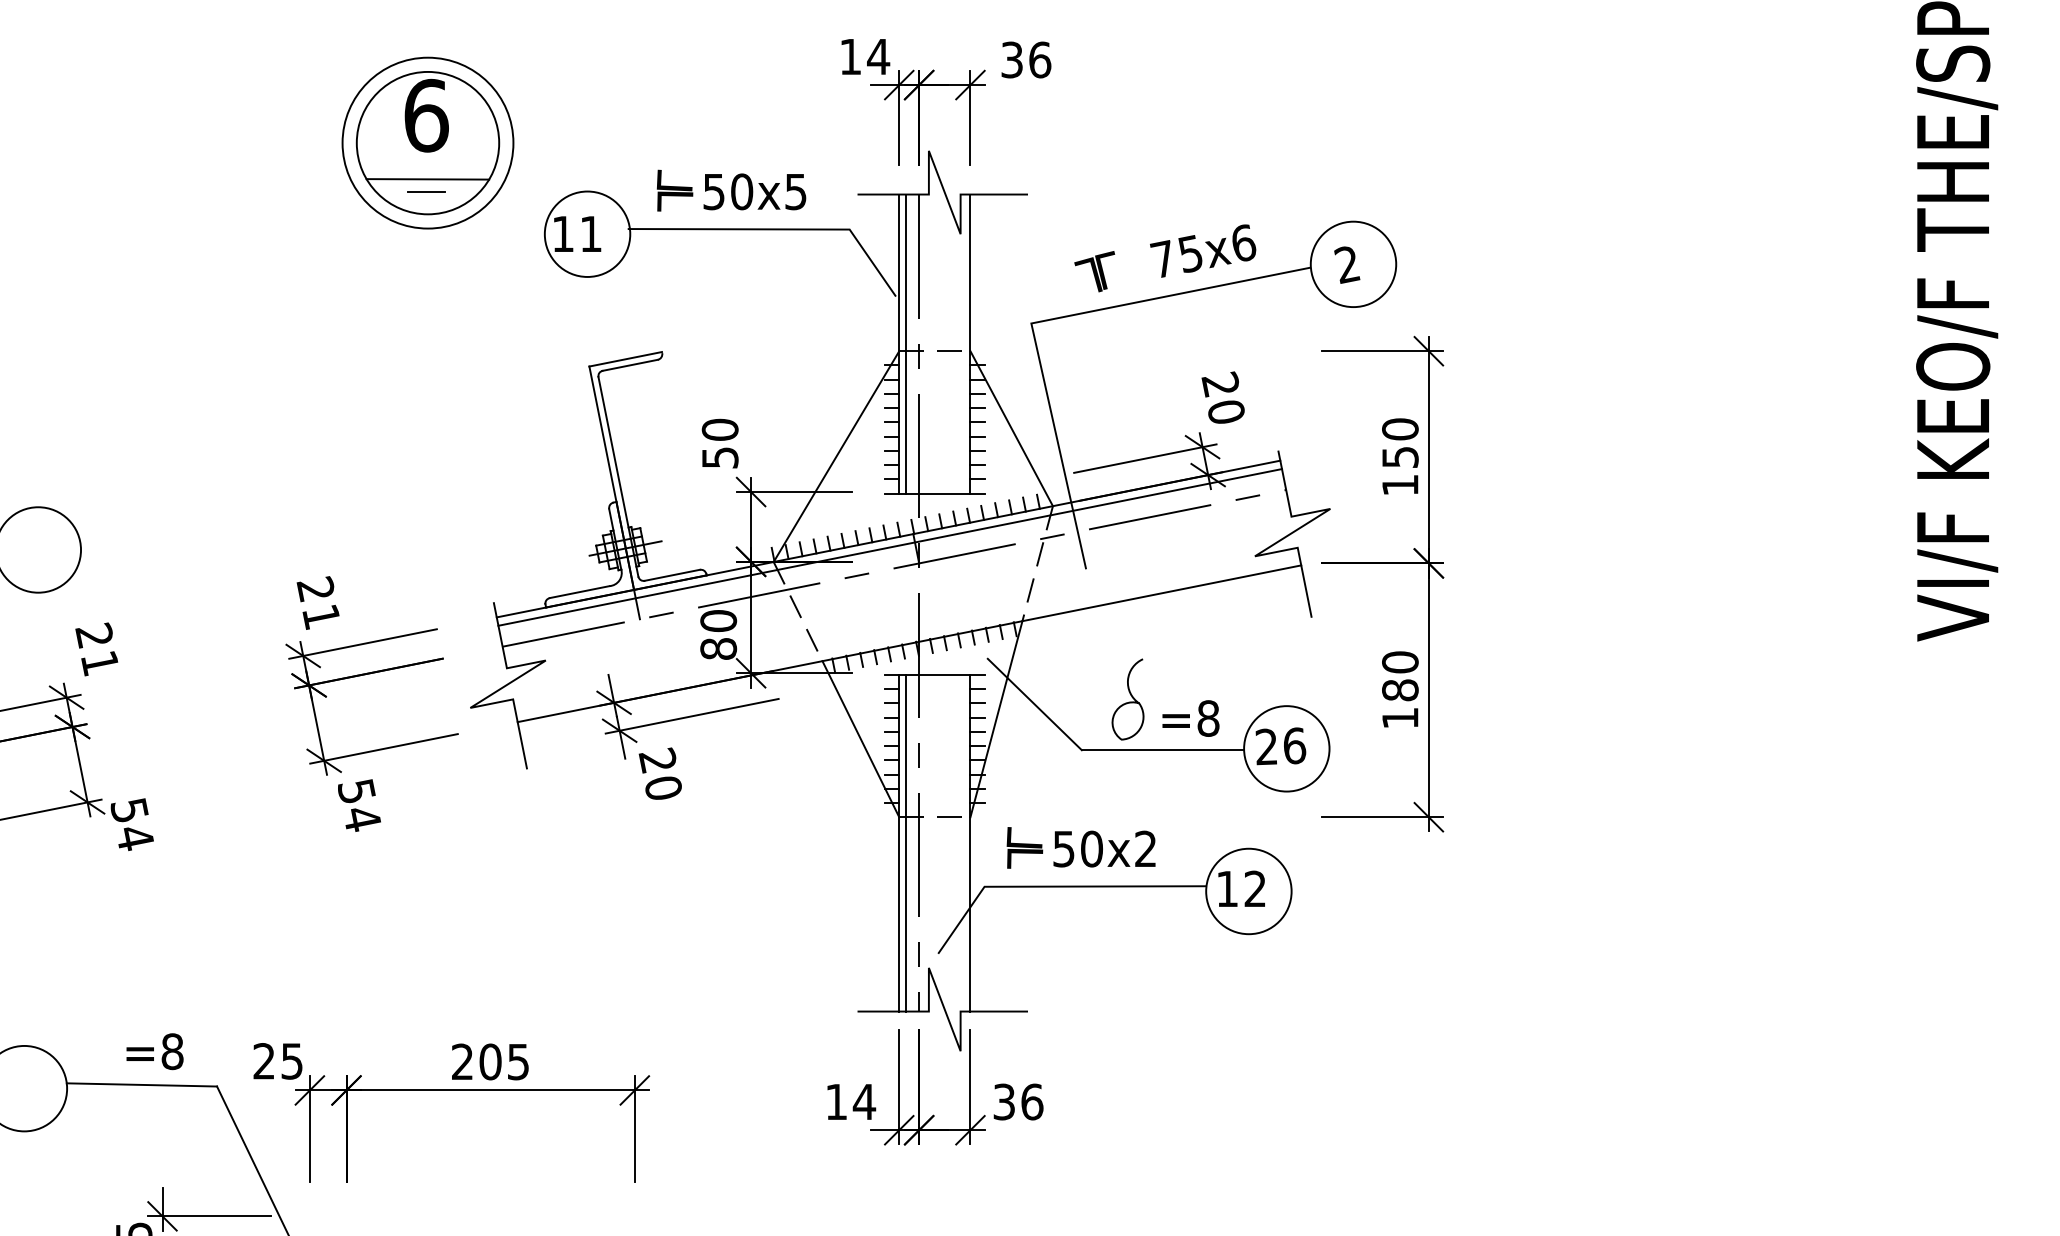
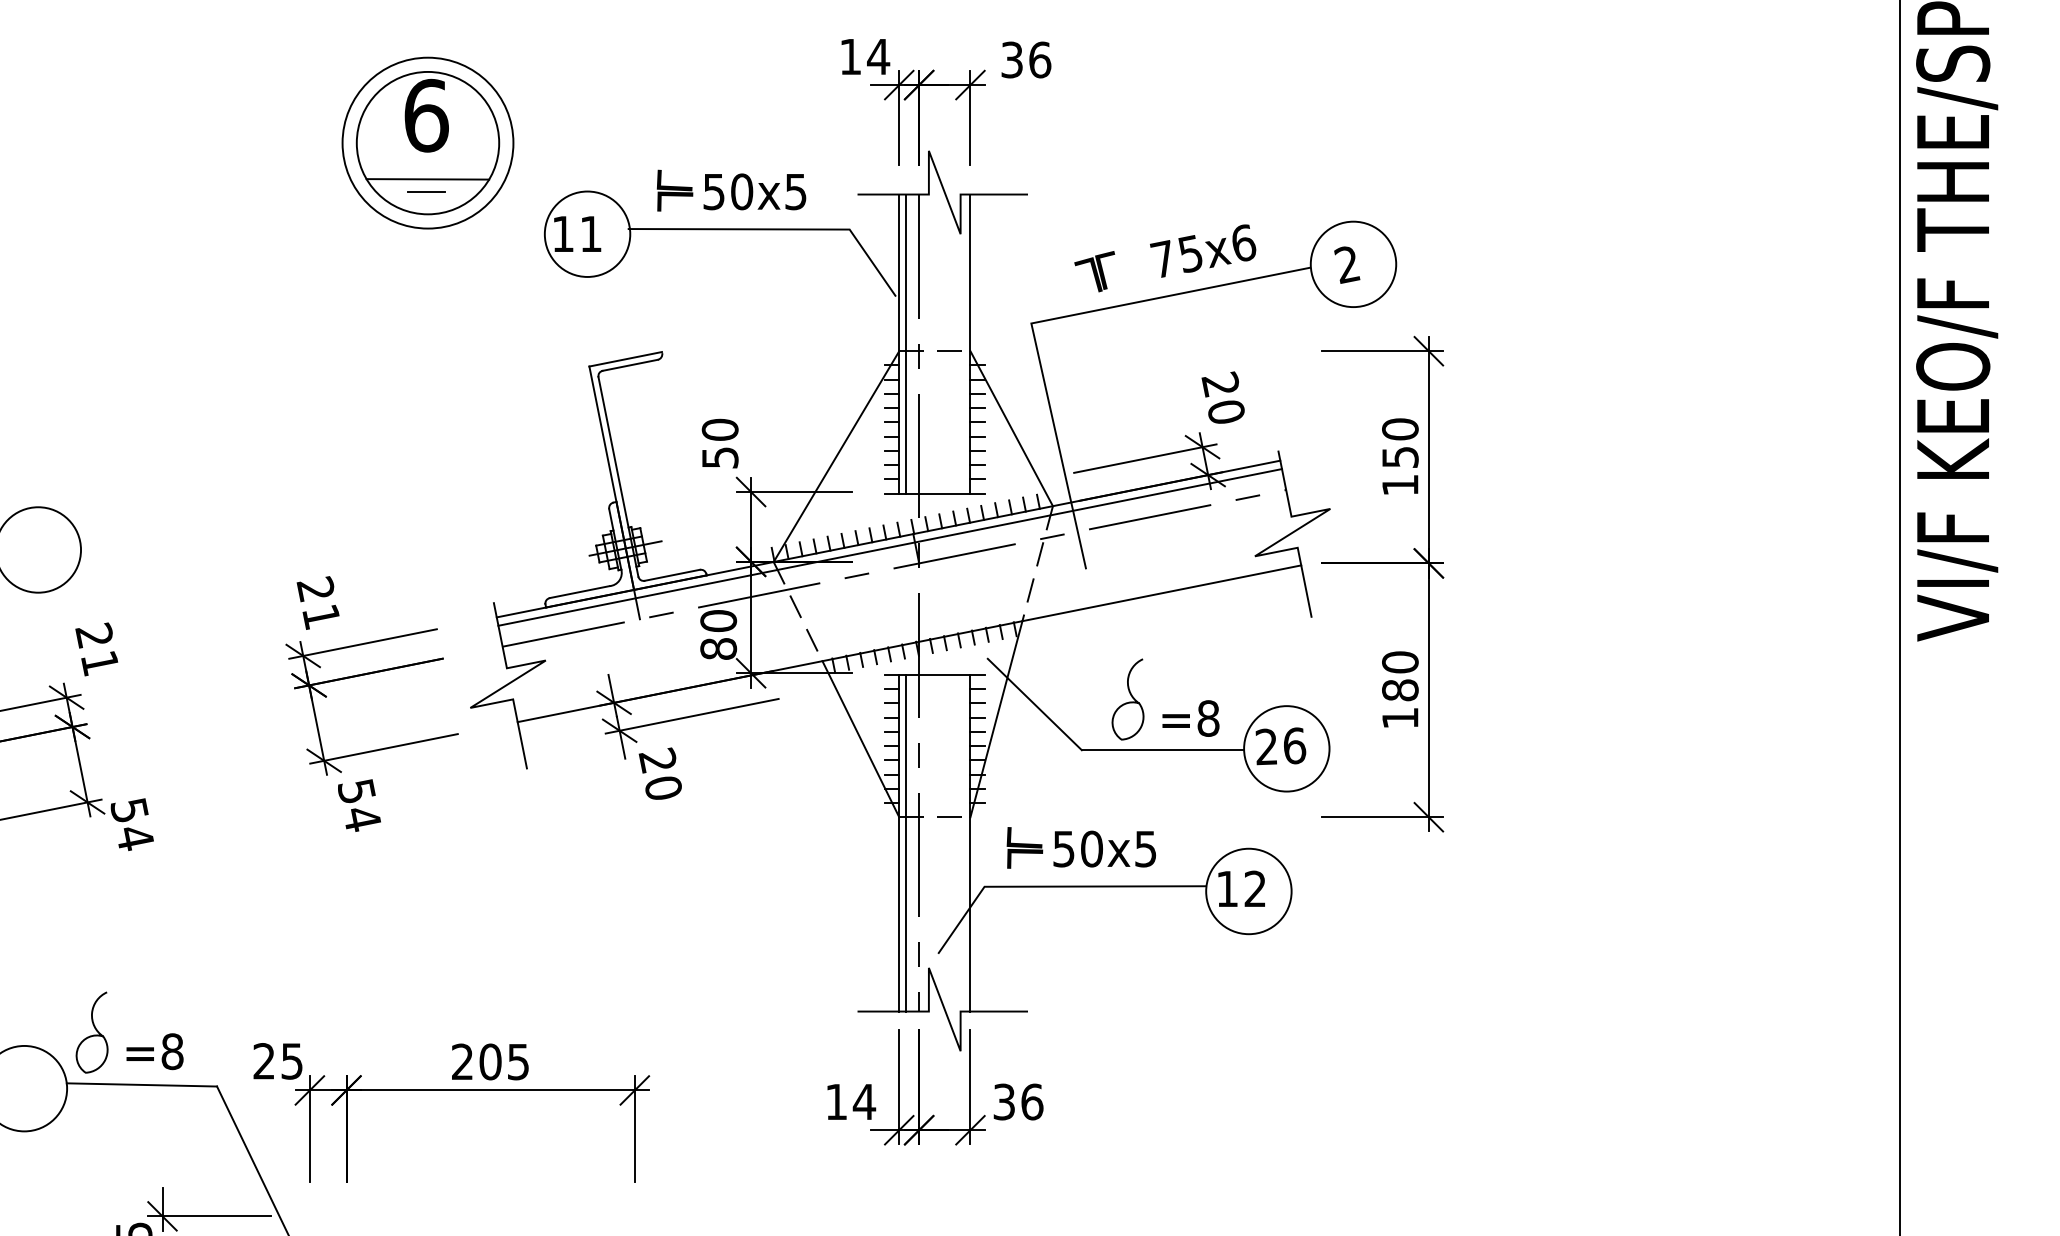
line at (1900, 617): none -> present
text at (1145, 848): 50x2 -> 50x5
curve at (93, 1034): none -> present
